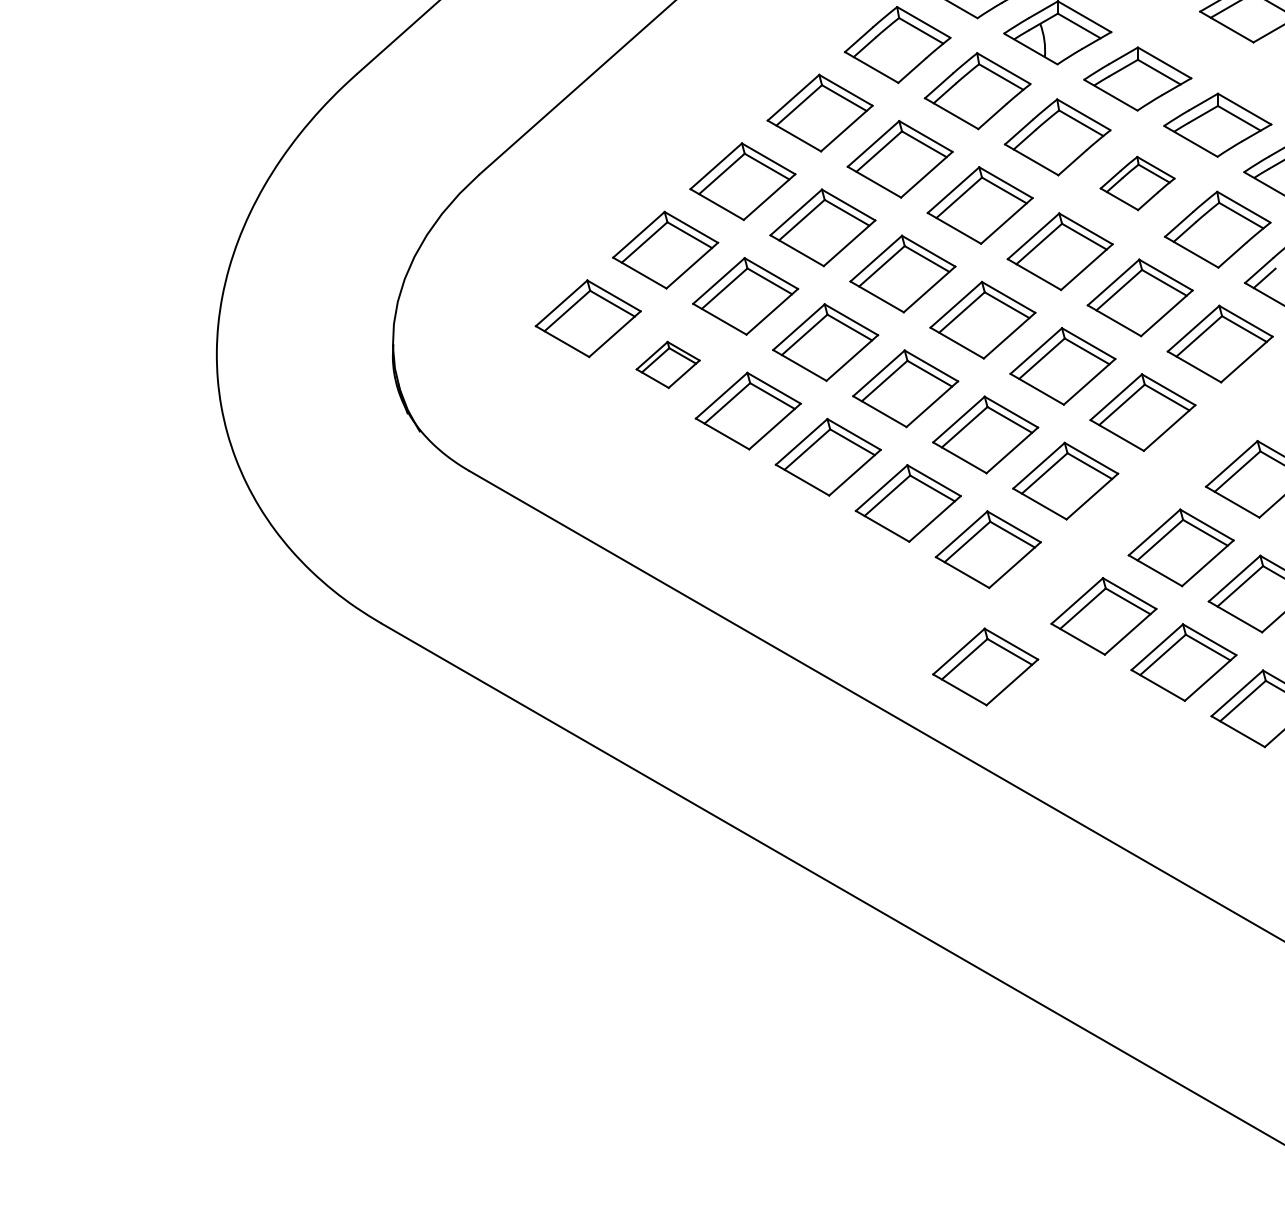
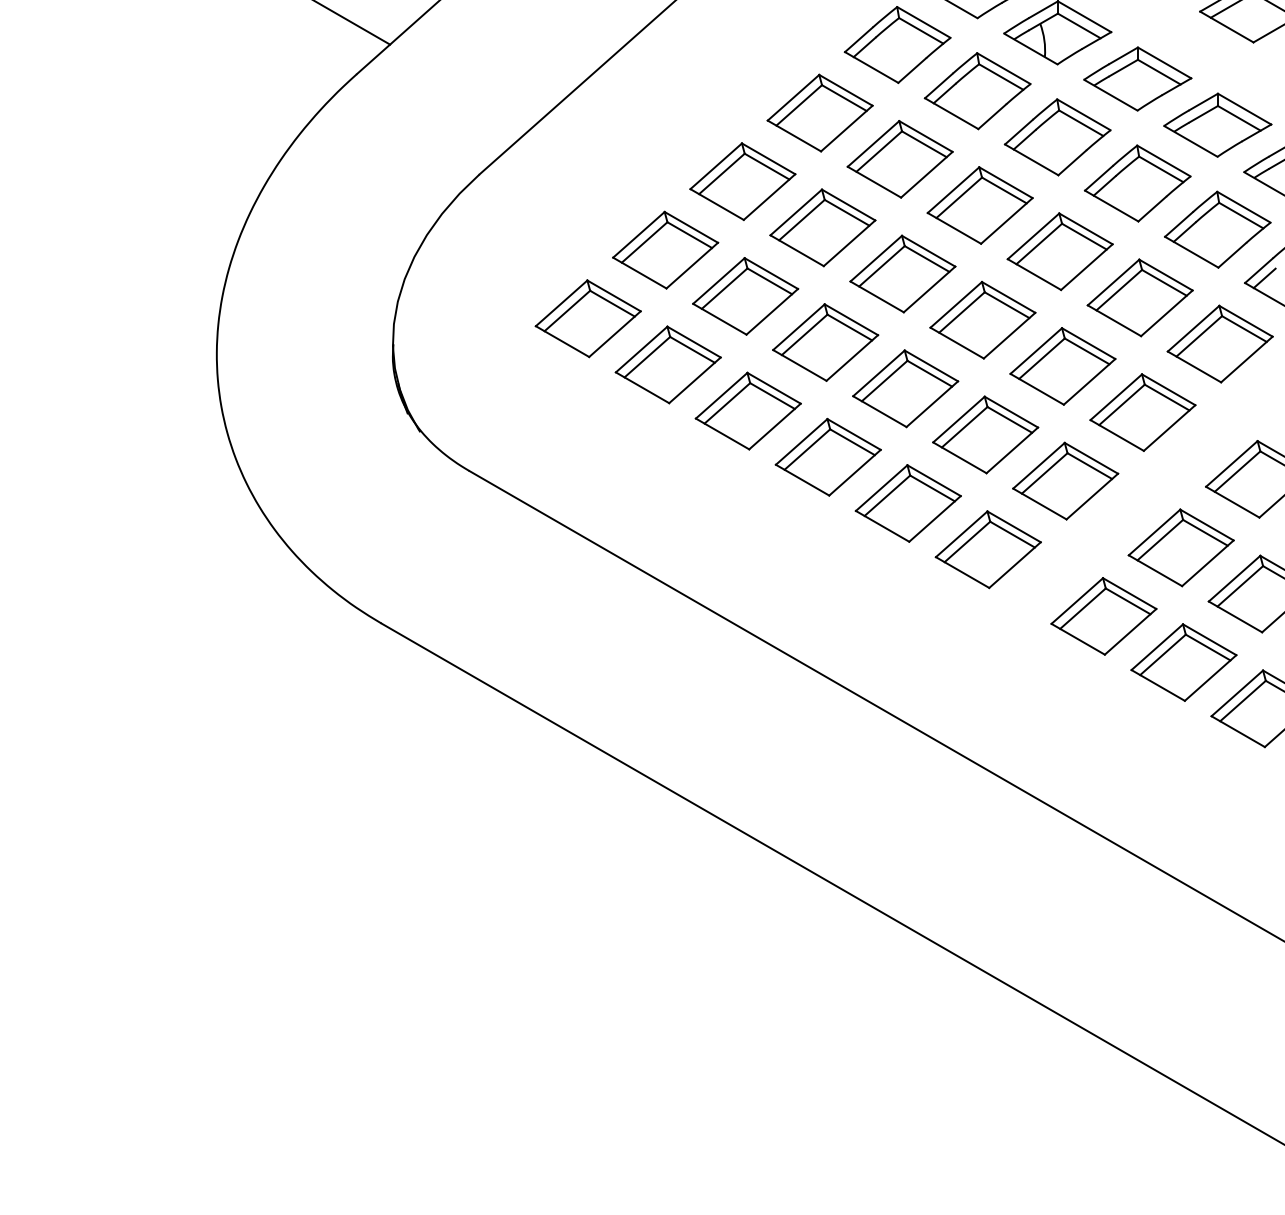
line at (353, 23): none -> present
part at (1137, 183) size: 77x56 px -> 109x79 px
part at (667, 364) size: 66x49 px -> 108x80 px
part at (985, 666): present -> none
